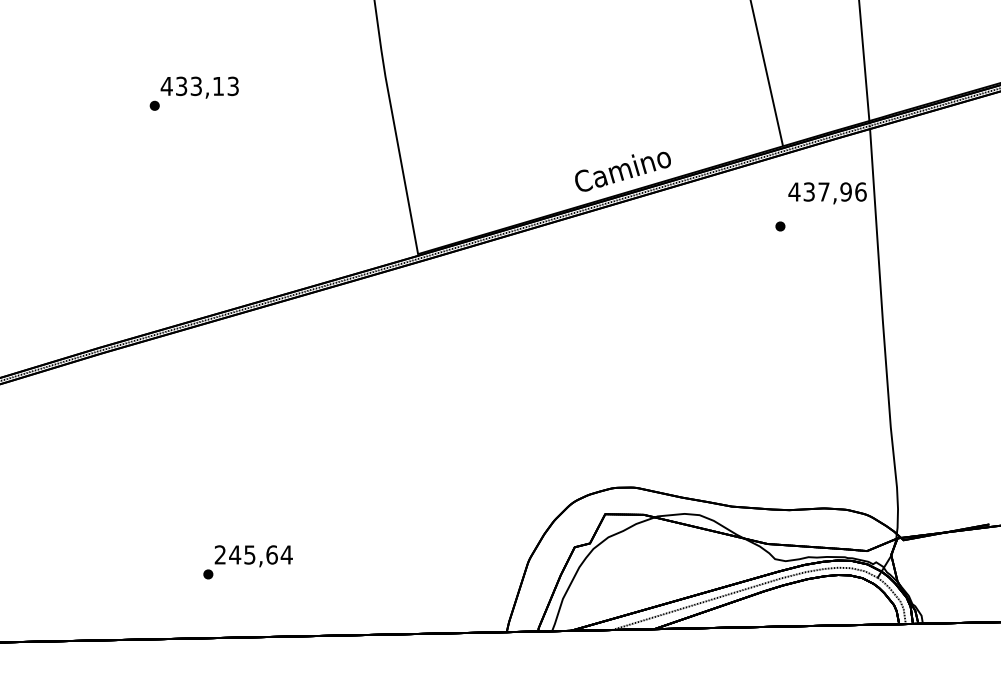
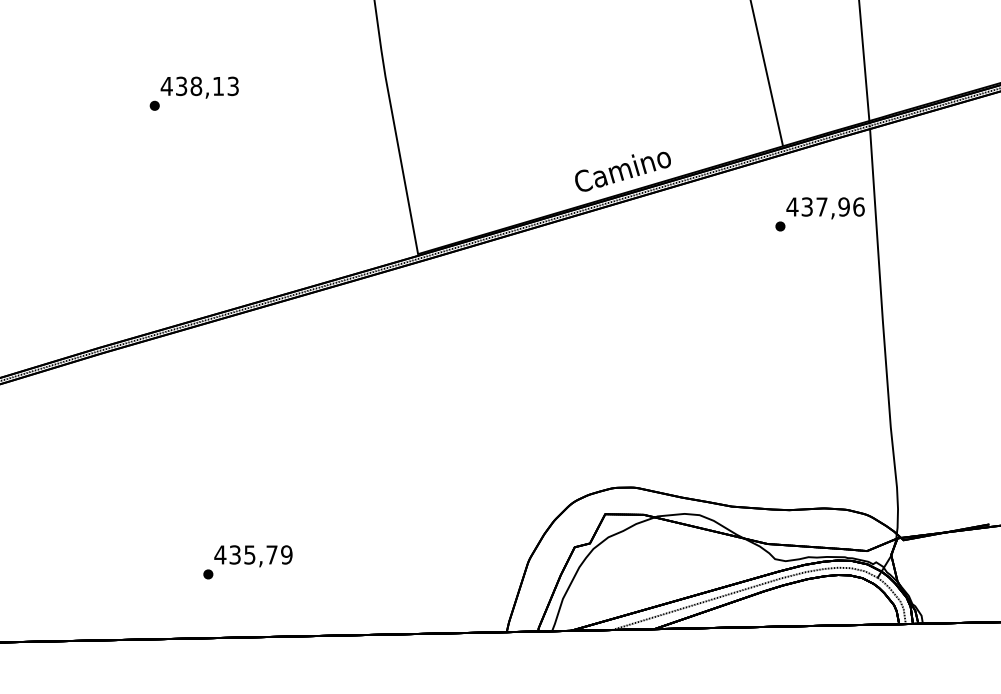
text at (196, 85): 433,13 -> 438,13
text at (827, 193) position: (827, 193) -> (825, 208)
text at (253, 554): 245,64 -> 435,79
